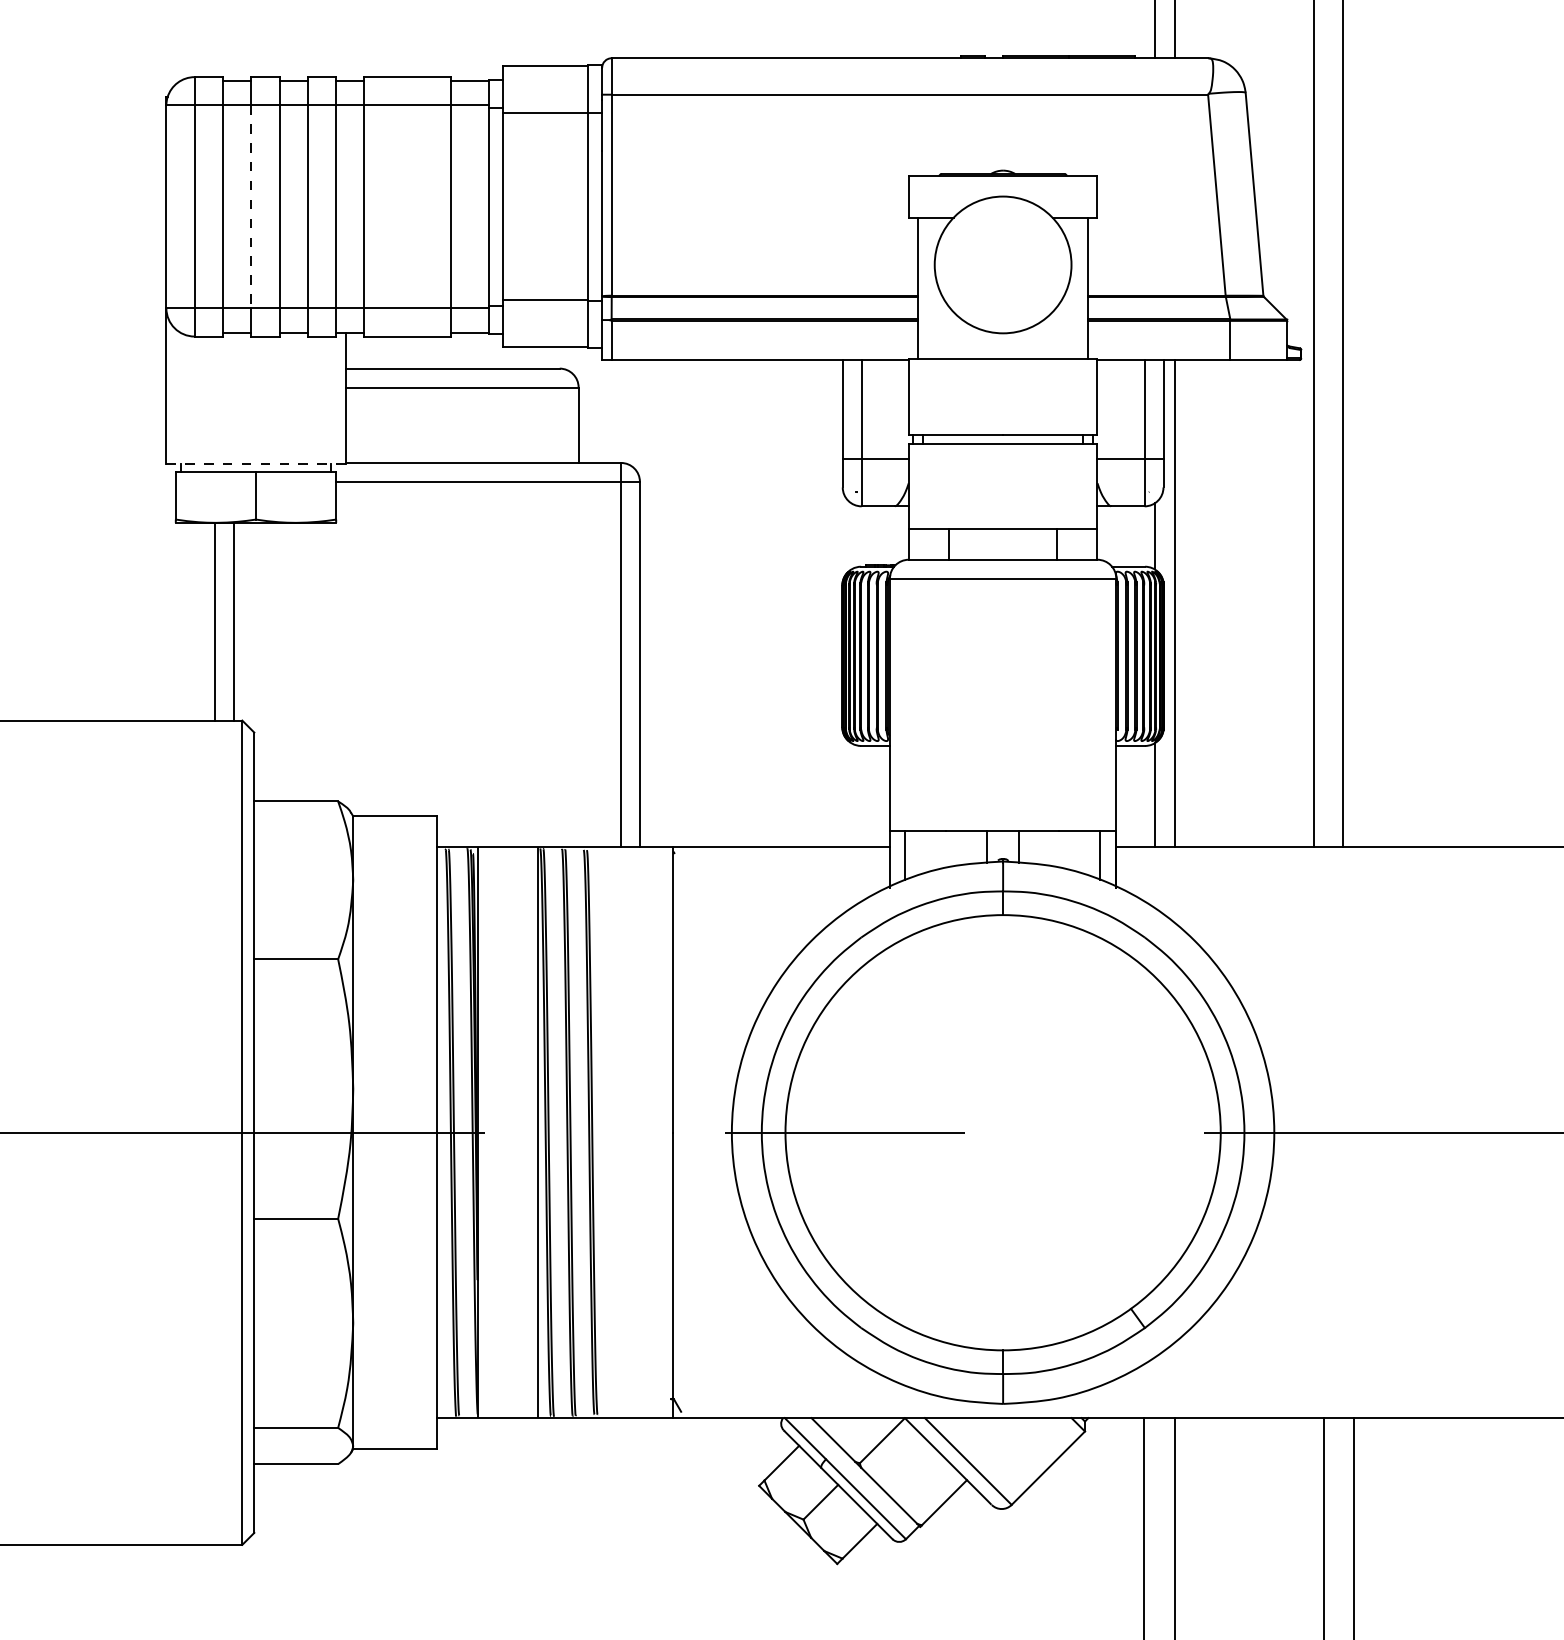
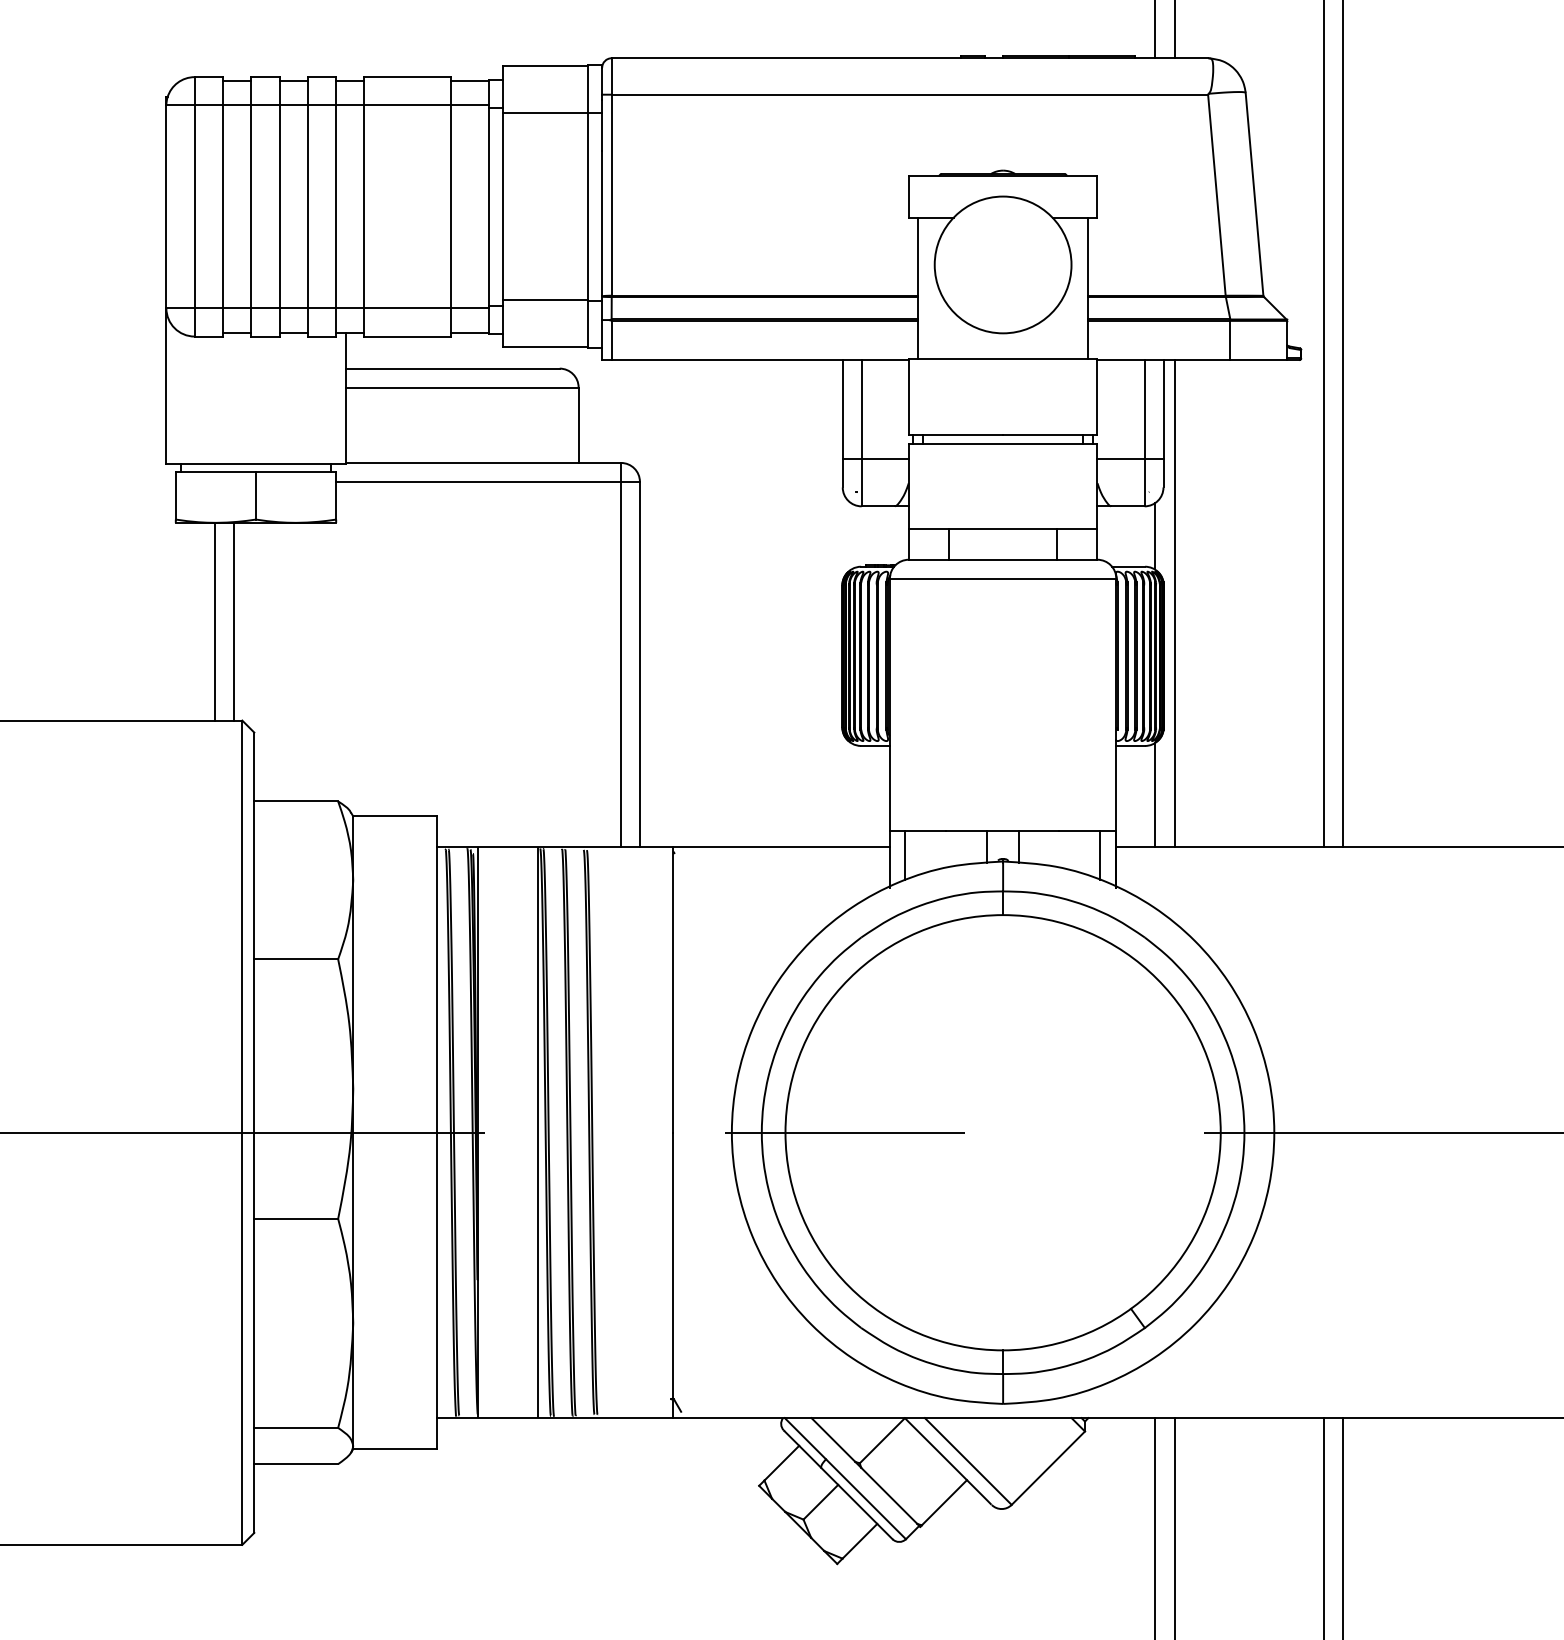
line at (251, 207): dashed -> solid
line at (1313, 424) position: (1313, 424) -> (1323, 424)
line at (256, 463): dashed -> solid
line at (1143, 1527) position: (1143, 1527) -> (1154, 1527)
line at (1354, 1527) position: (1354, 1527) -> (1343, 1527)
